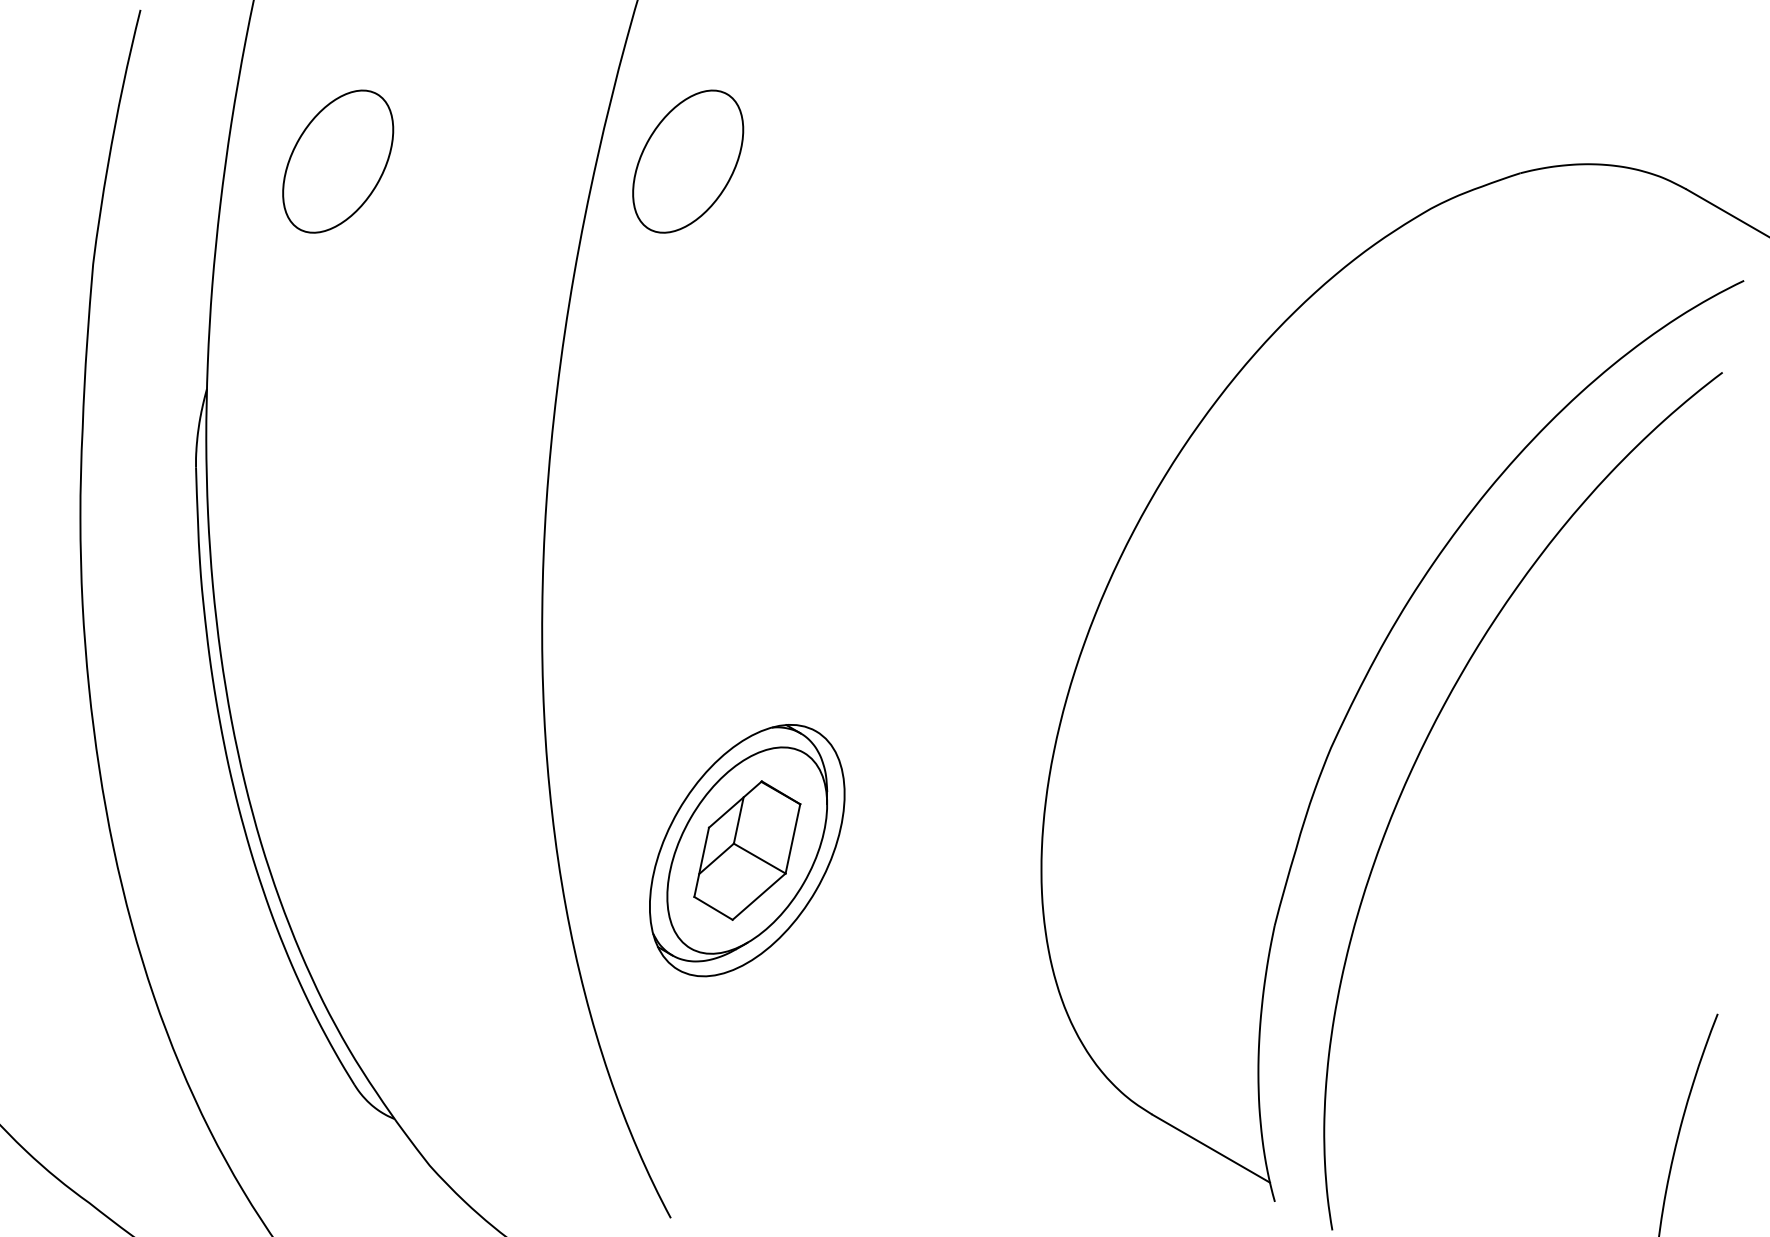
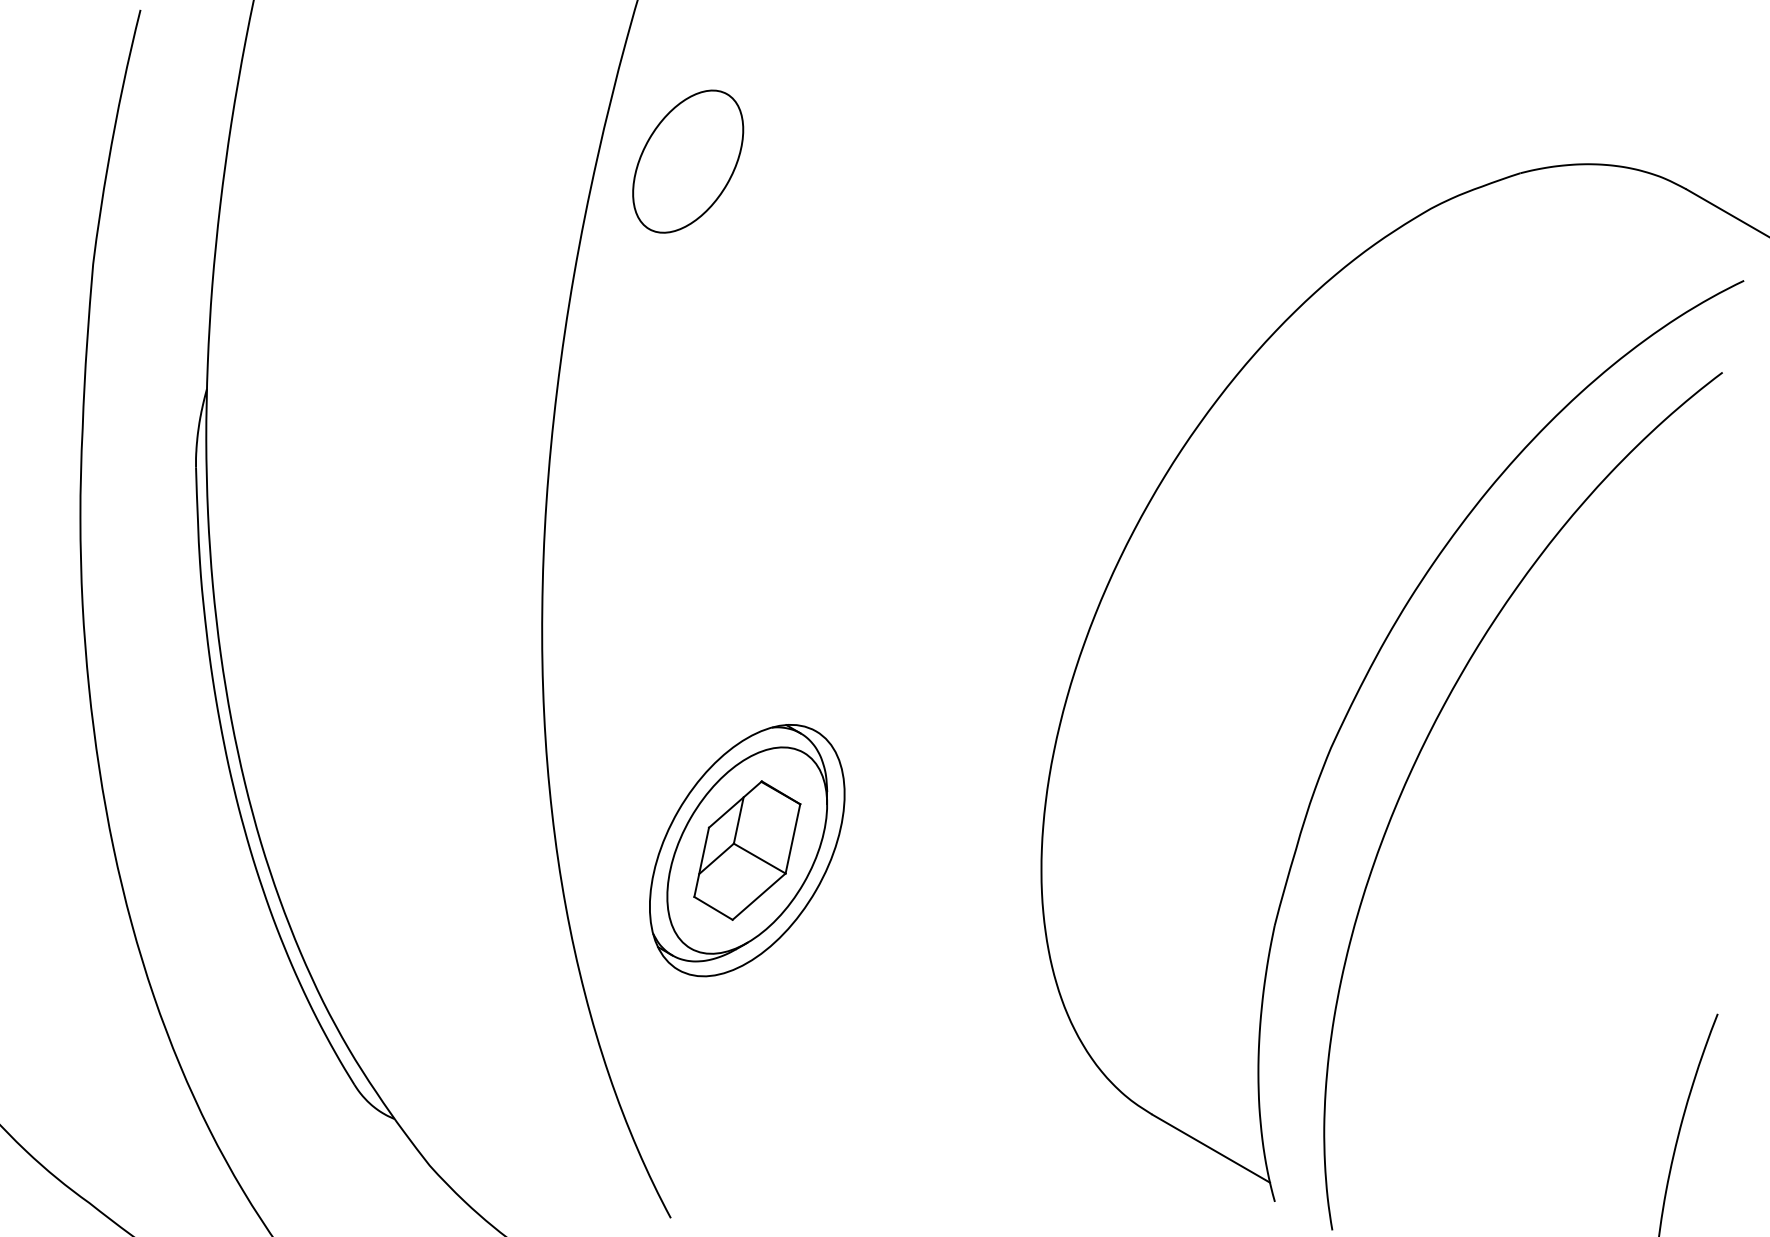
part at (338, 161): present -> none
